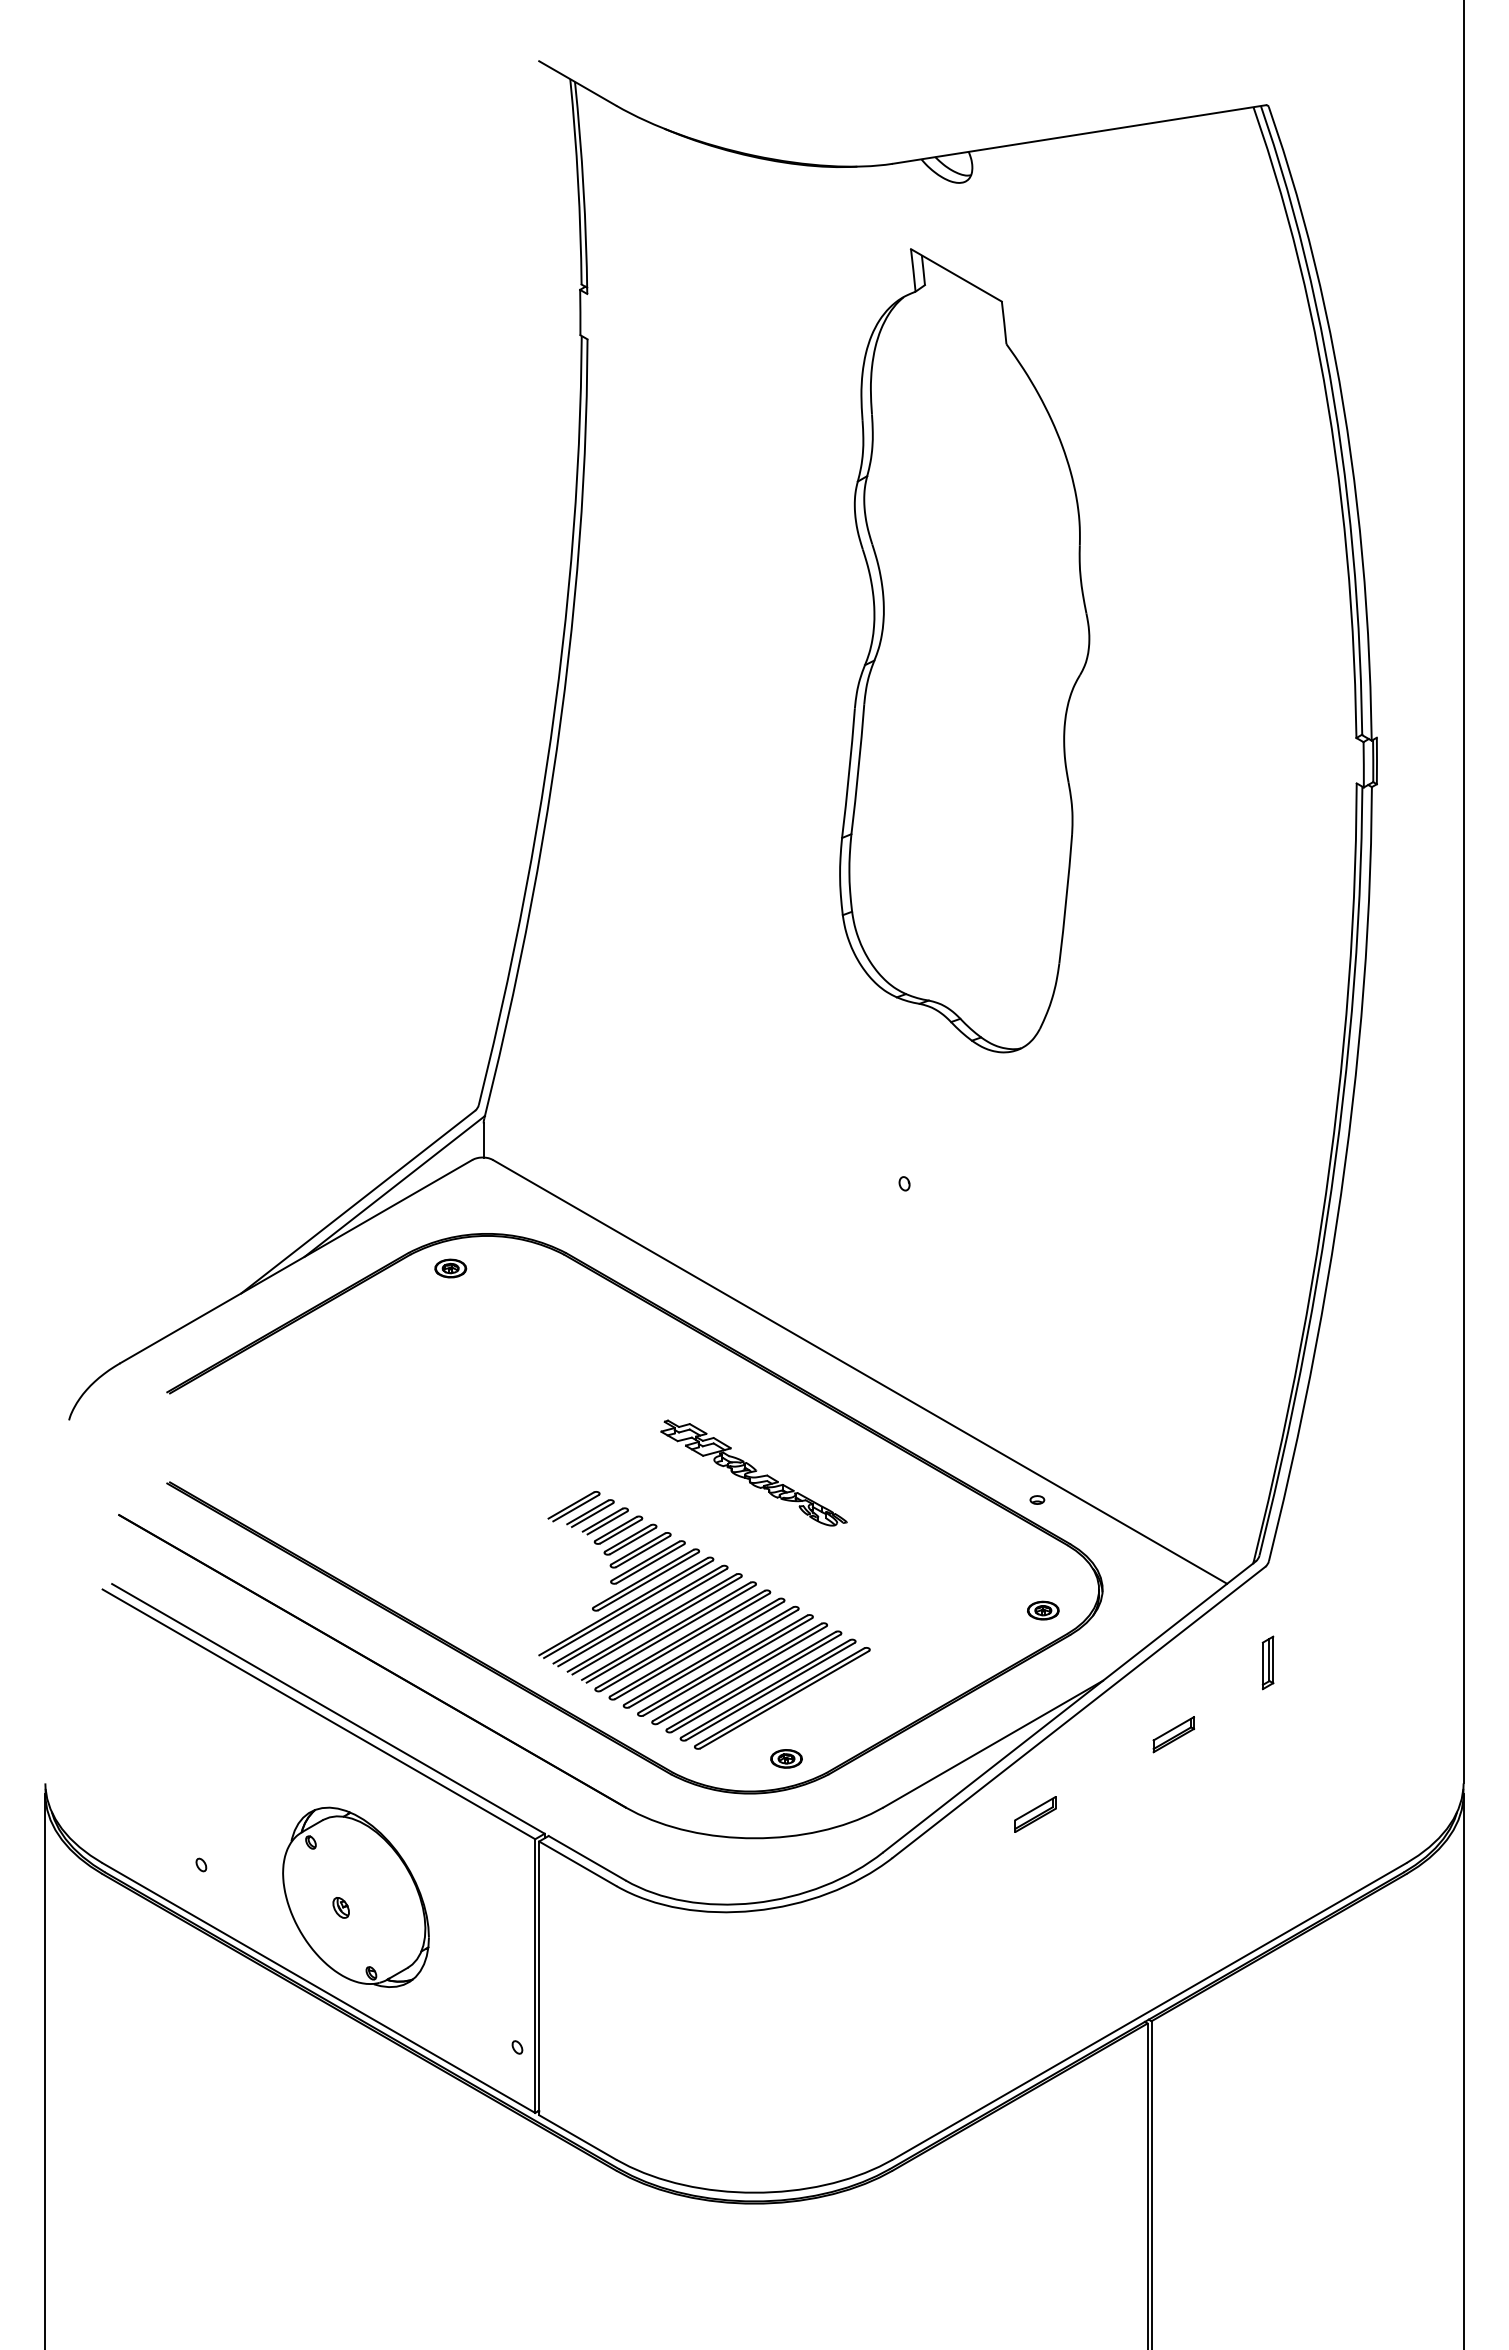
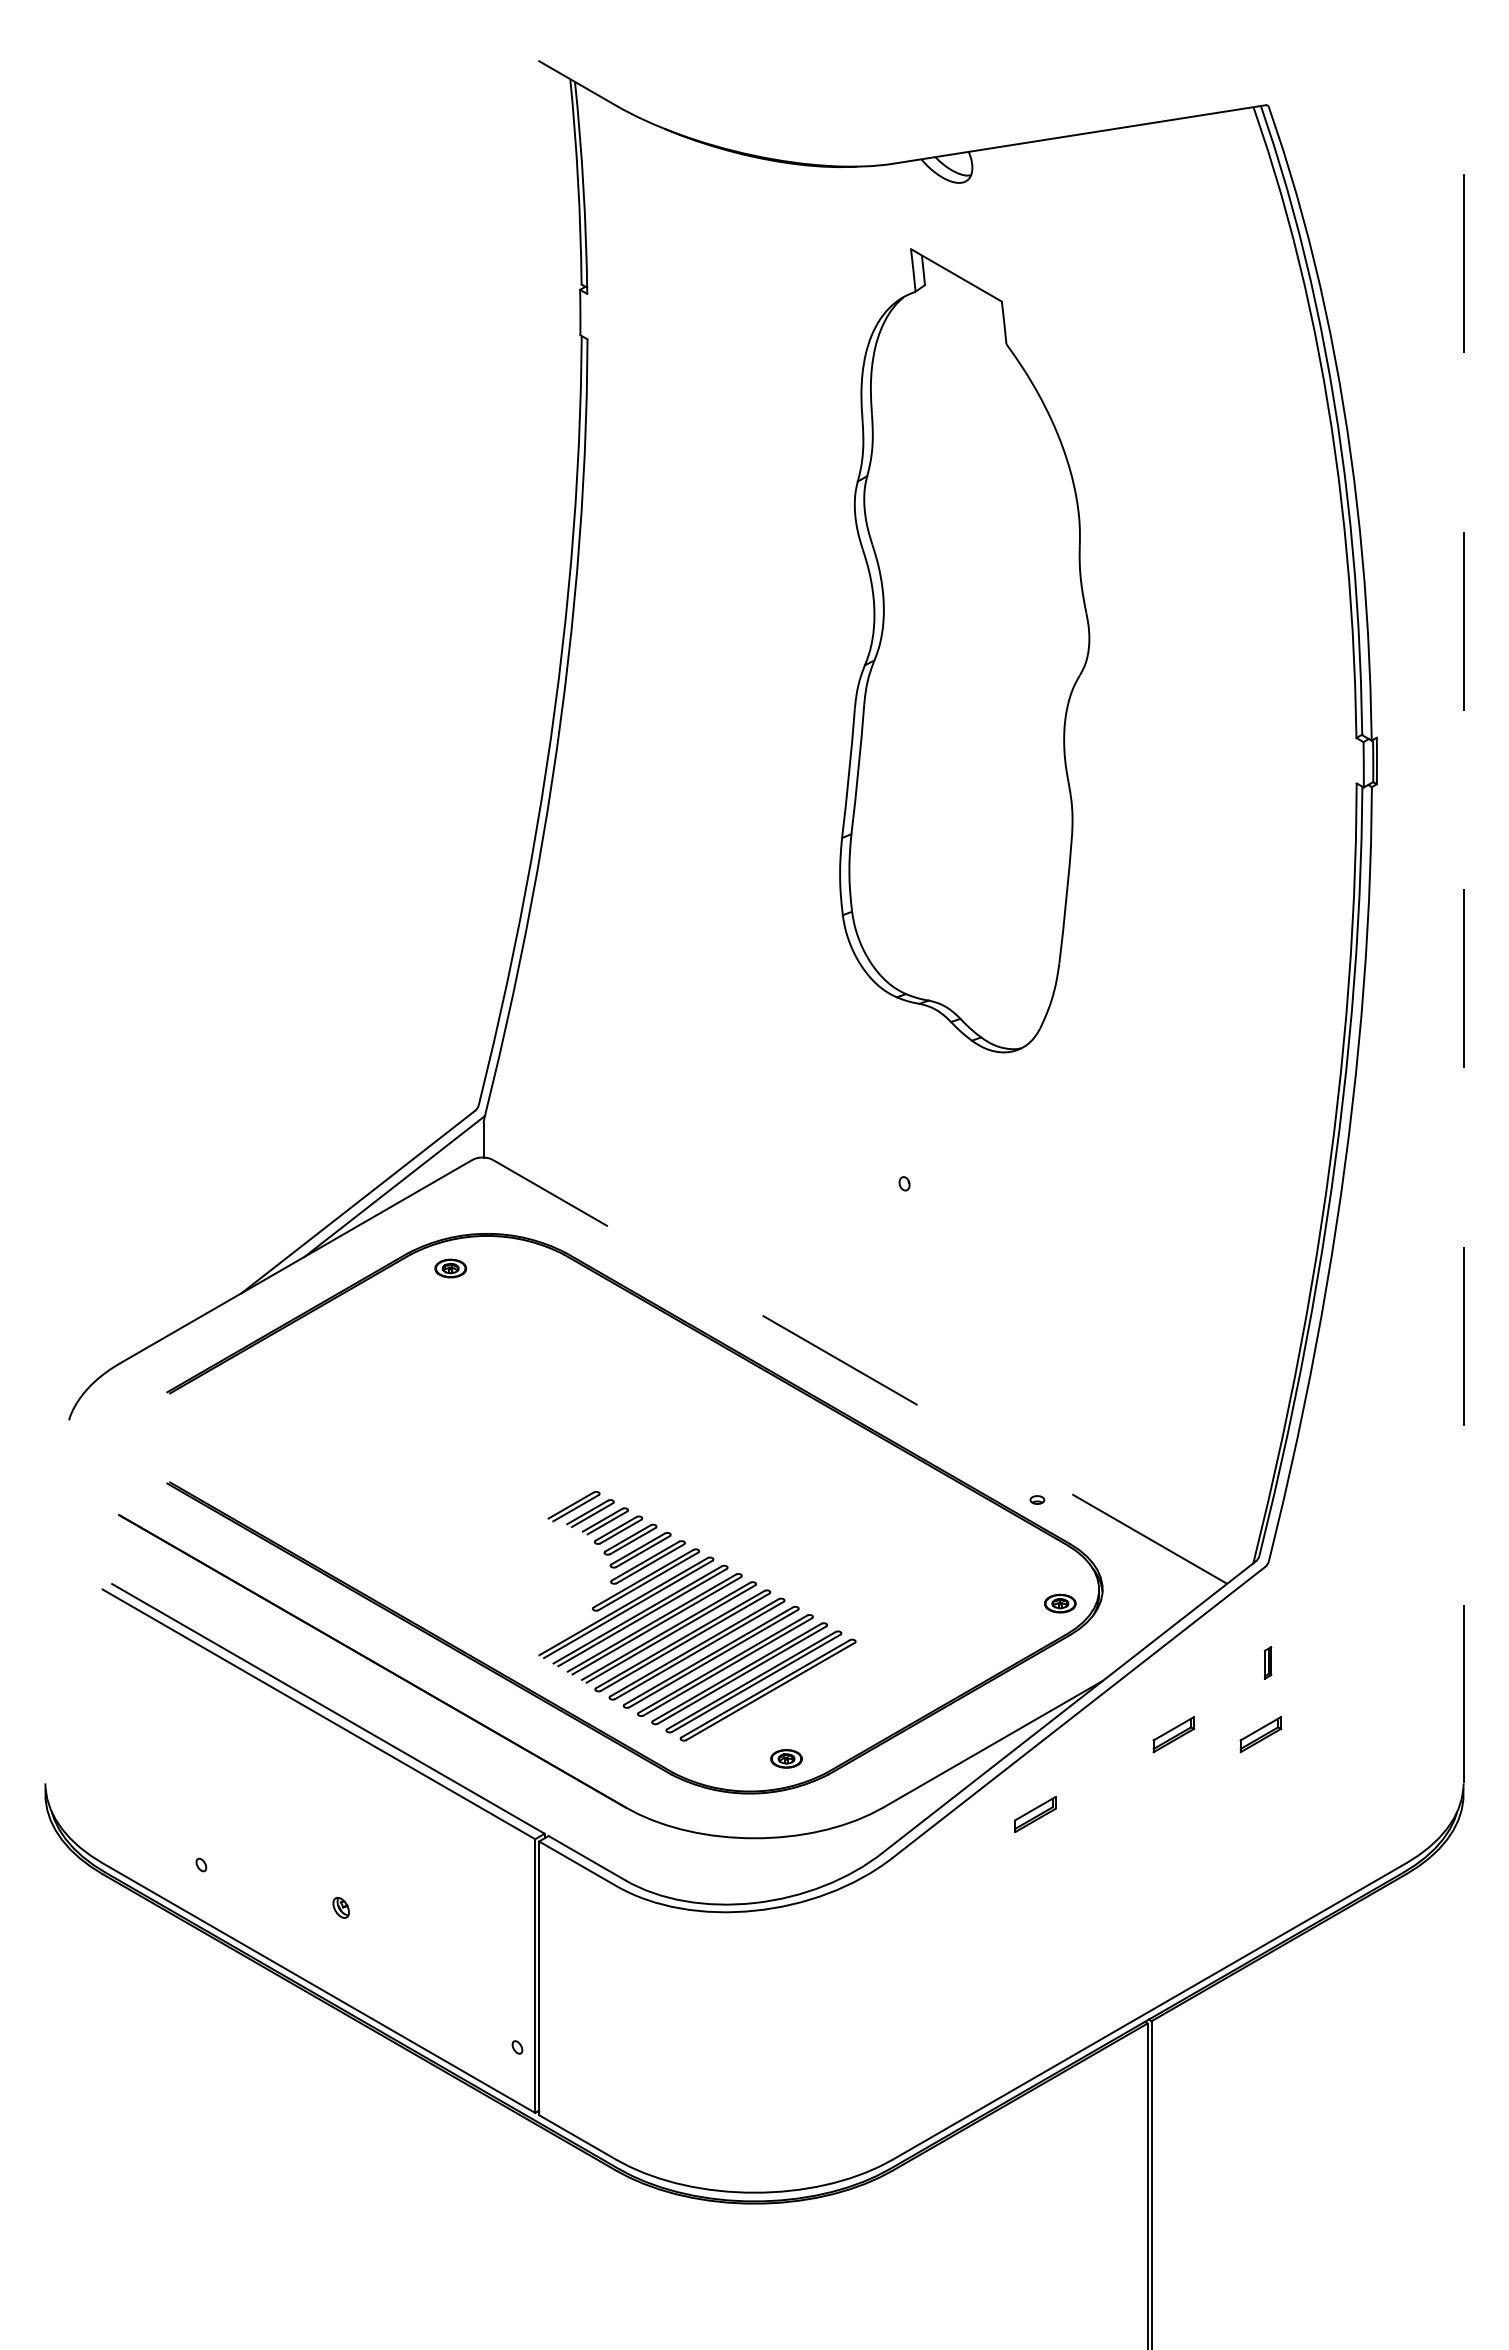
line at (1463, 891): solid -> dashed
line at (860, 1371): solid -> dashed
part at (753, 1472): present -> none
part at (1043, 1610) position: (1043, 1610) -> (1060, 1603)
part at (1267, 1662) size: 14x56 px -> 10x34 px
part at (782, 1698): present -> none
part at (1260, 1734): none -> present
part at (355, 1896): present -> none
line at (45, 2070): present -> none
line at (1463, 2070): present -> none
